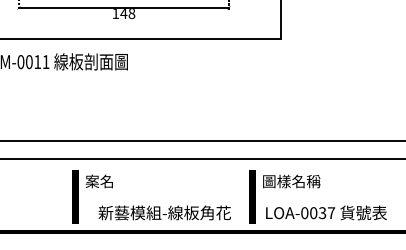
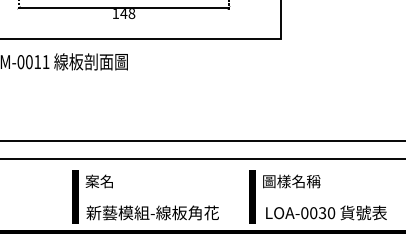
text at (164, 212) position: (164, 212) -> (152, 212)
text at (331, 213): LOA-0037 -> LOA-0030
